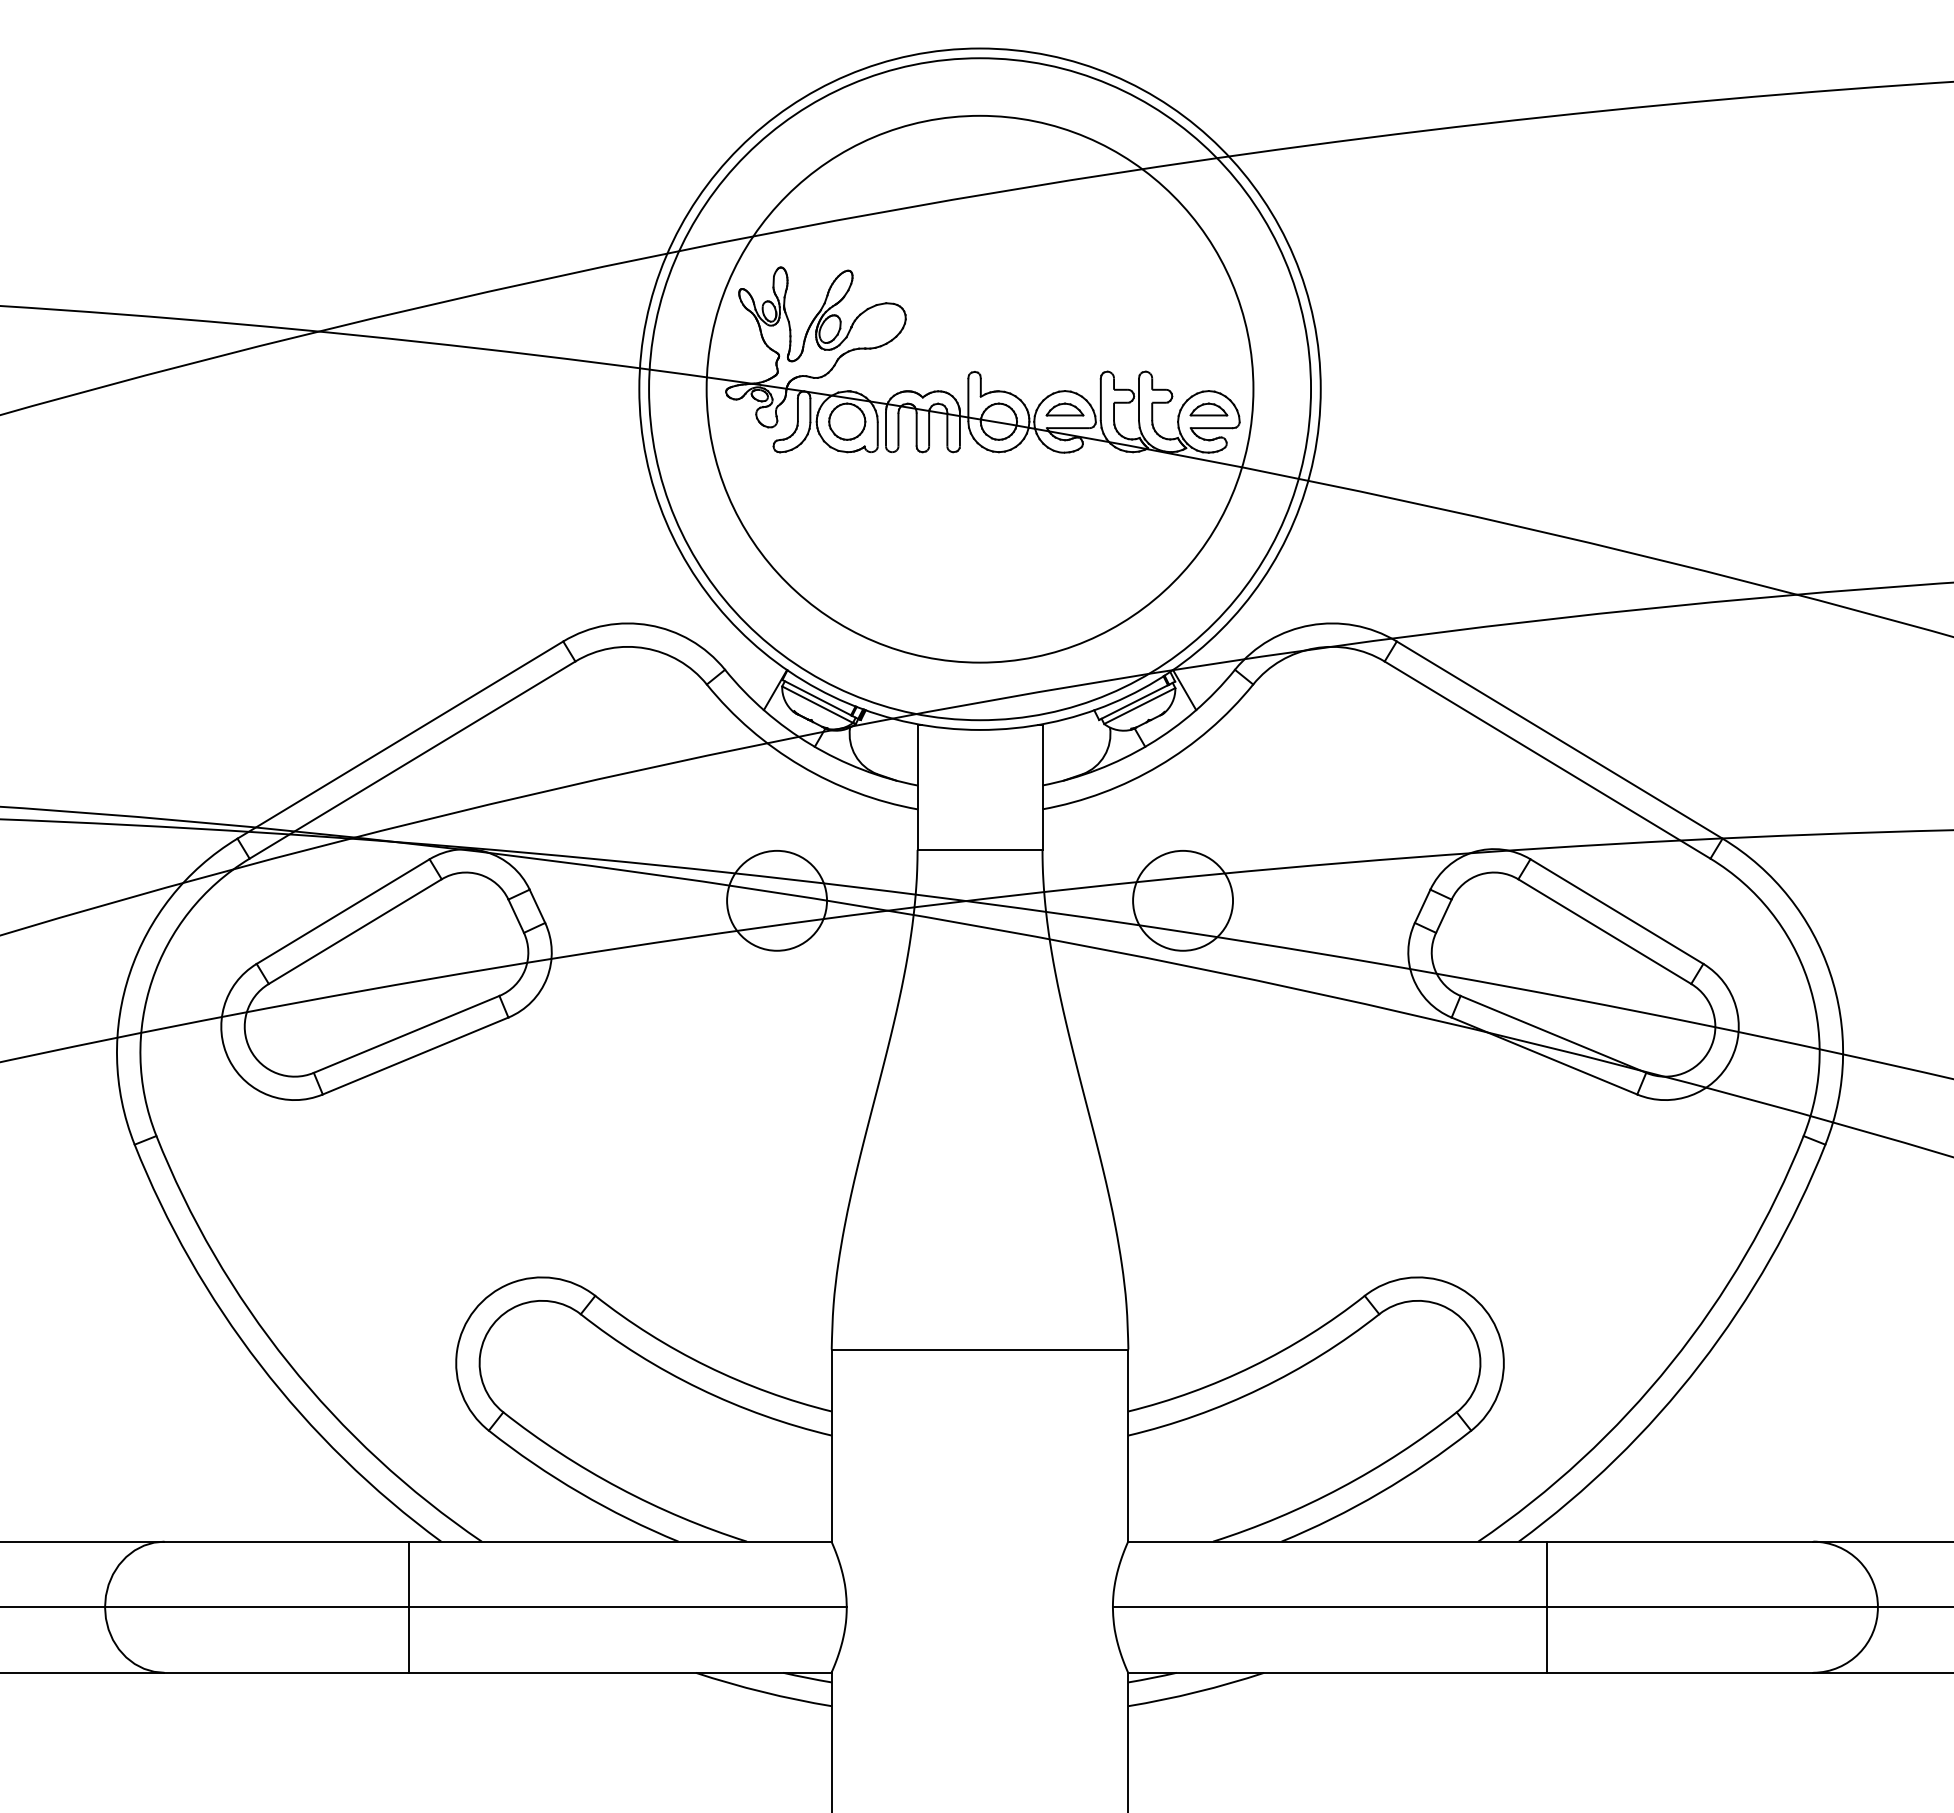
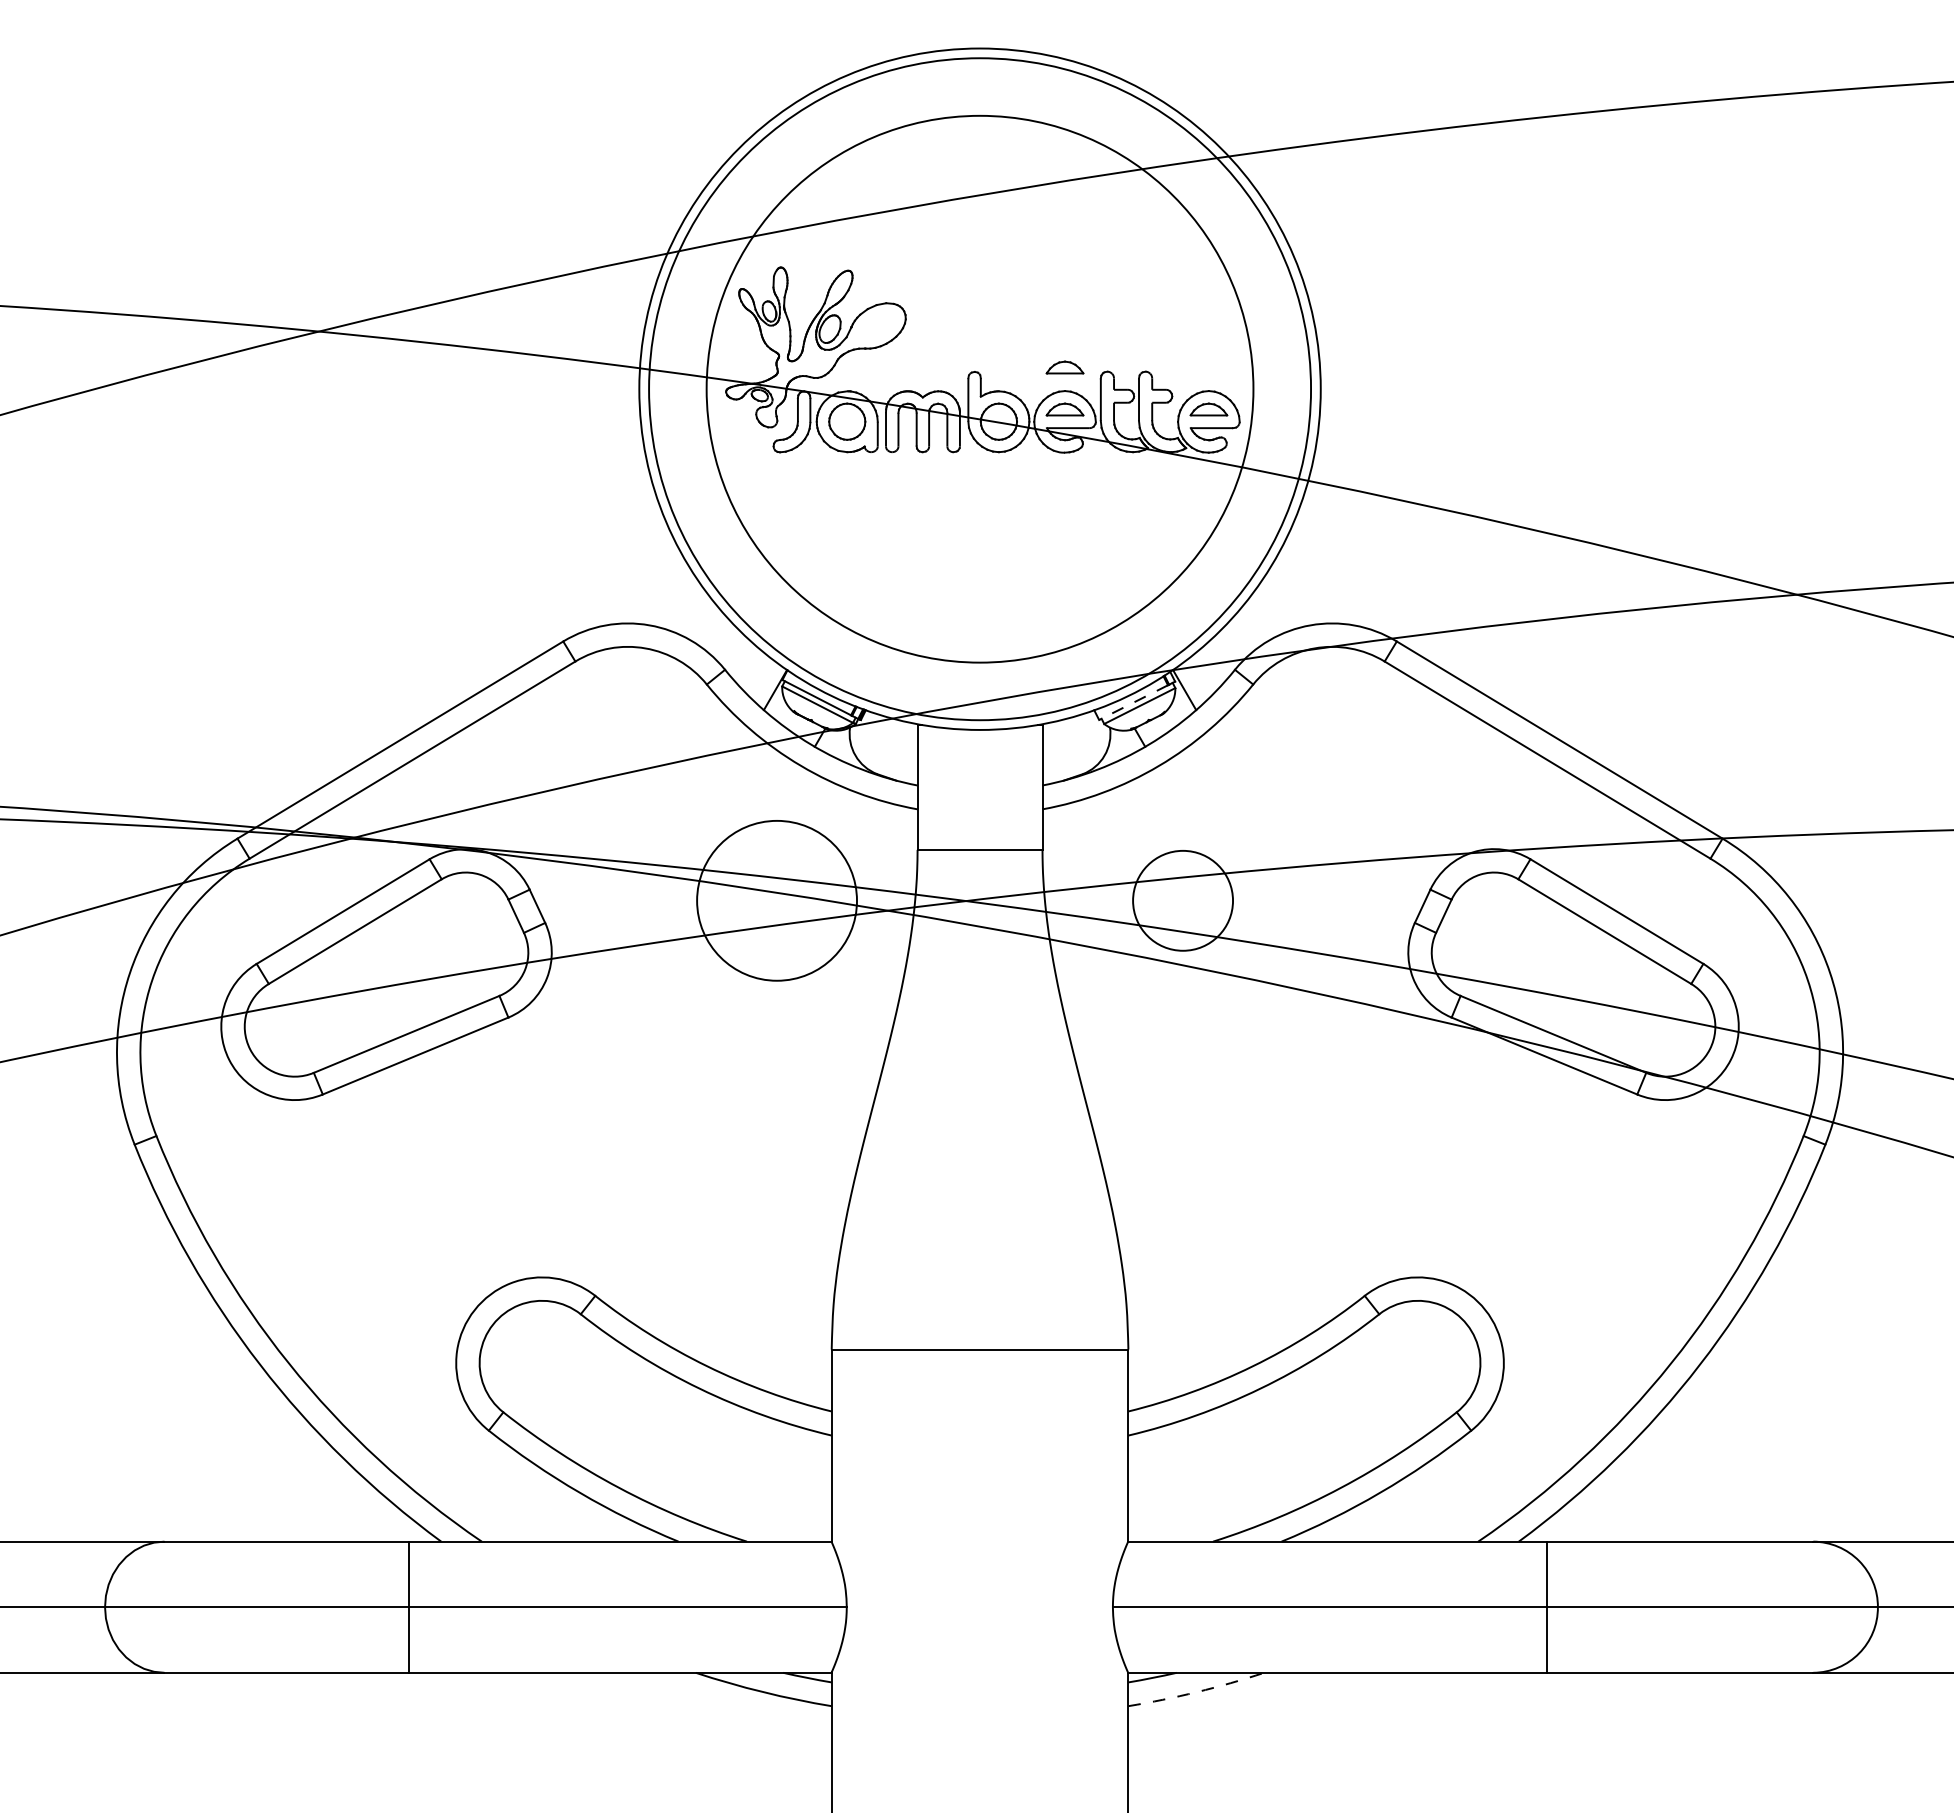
part at (1064, 367): none -> present
line at (1133, 702): solid -> dashed
circle at (777, 900) diameter: 100 px -> 160 px
arc at (1196, 1692): solid -> dashed
